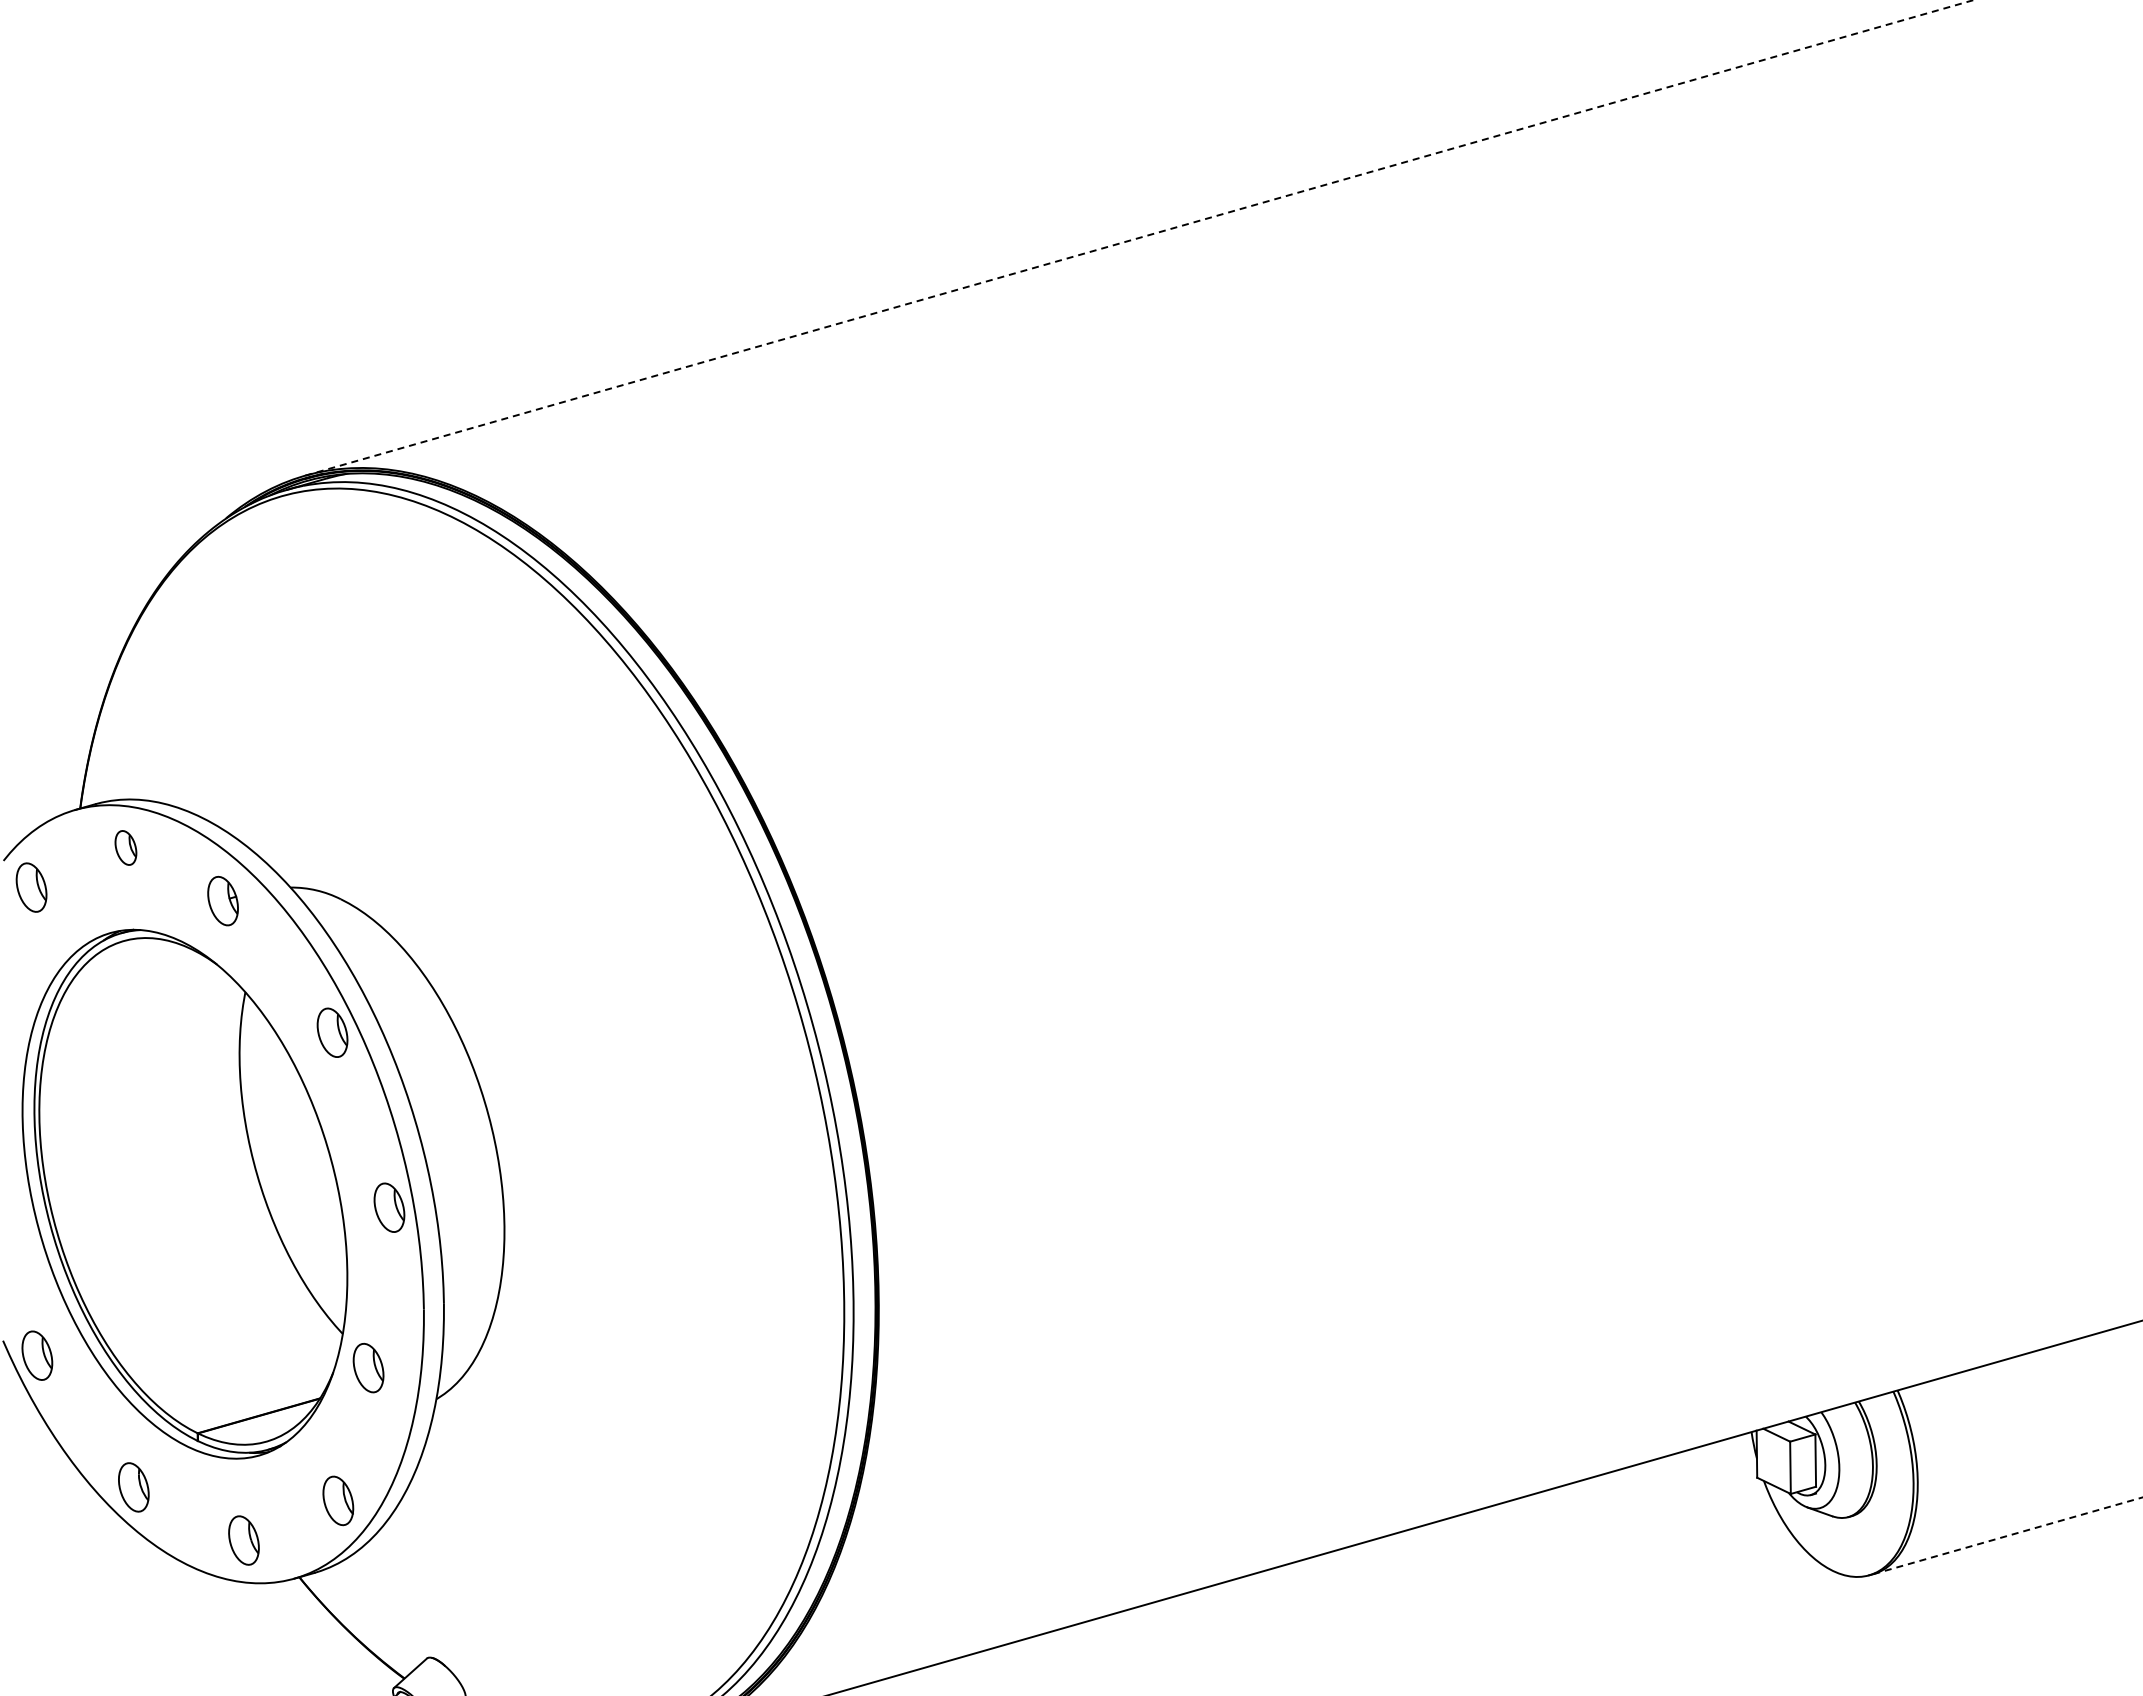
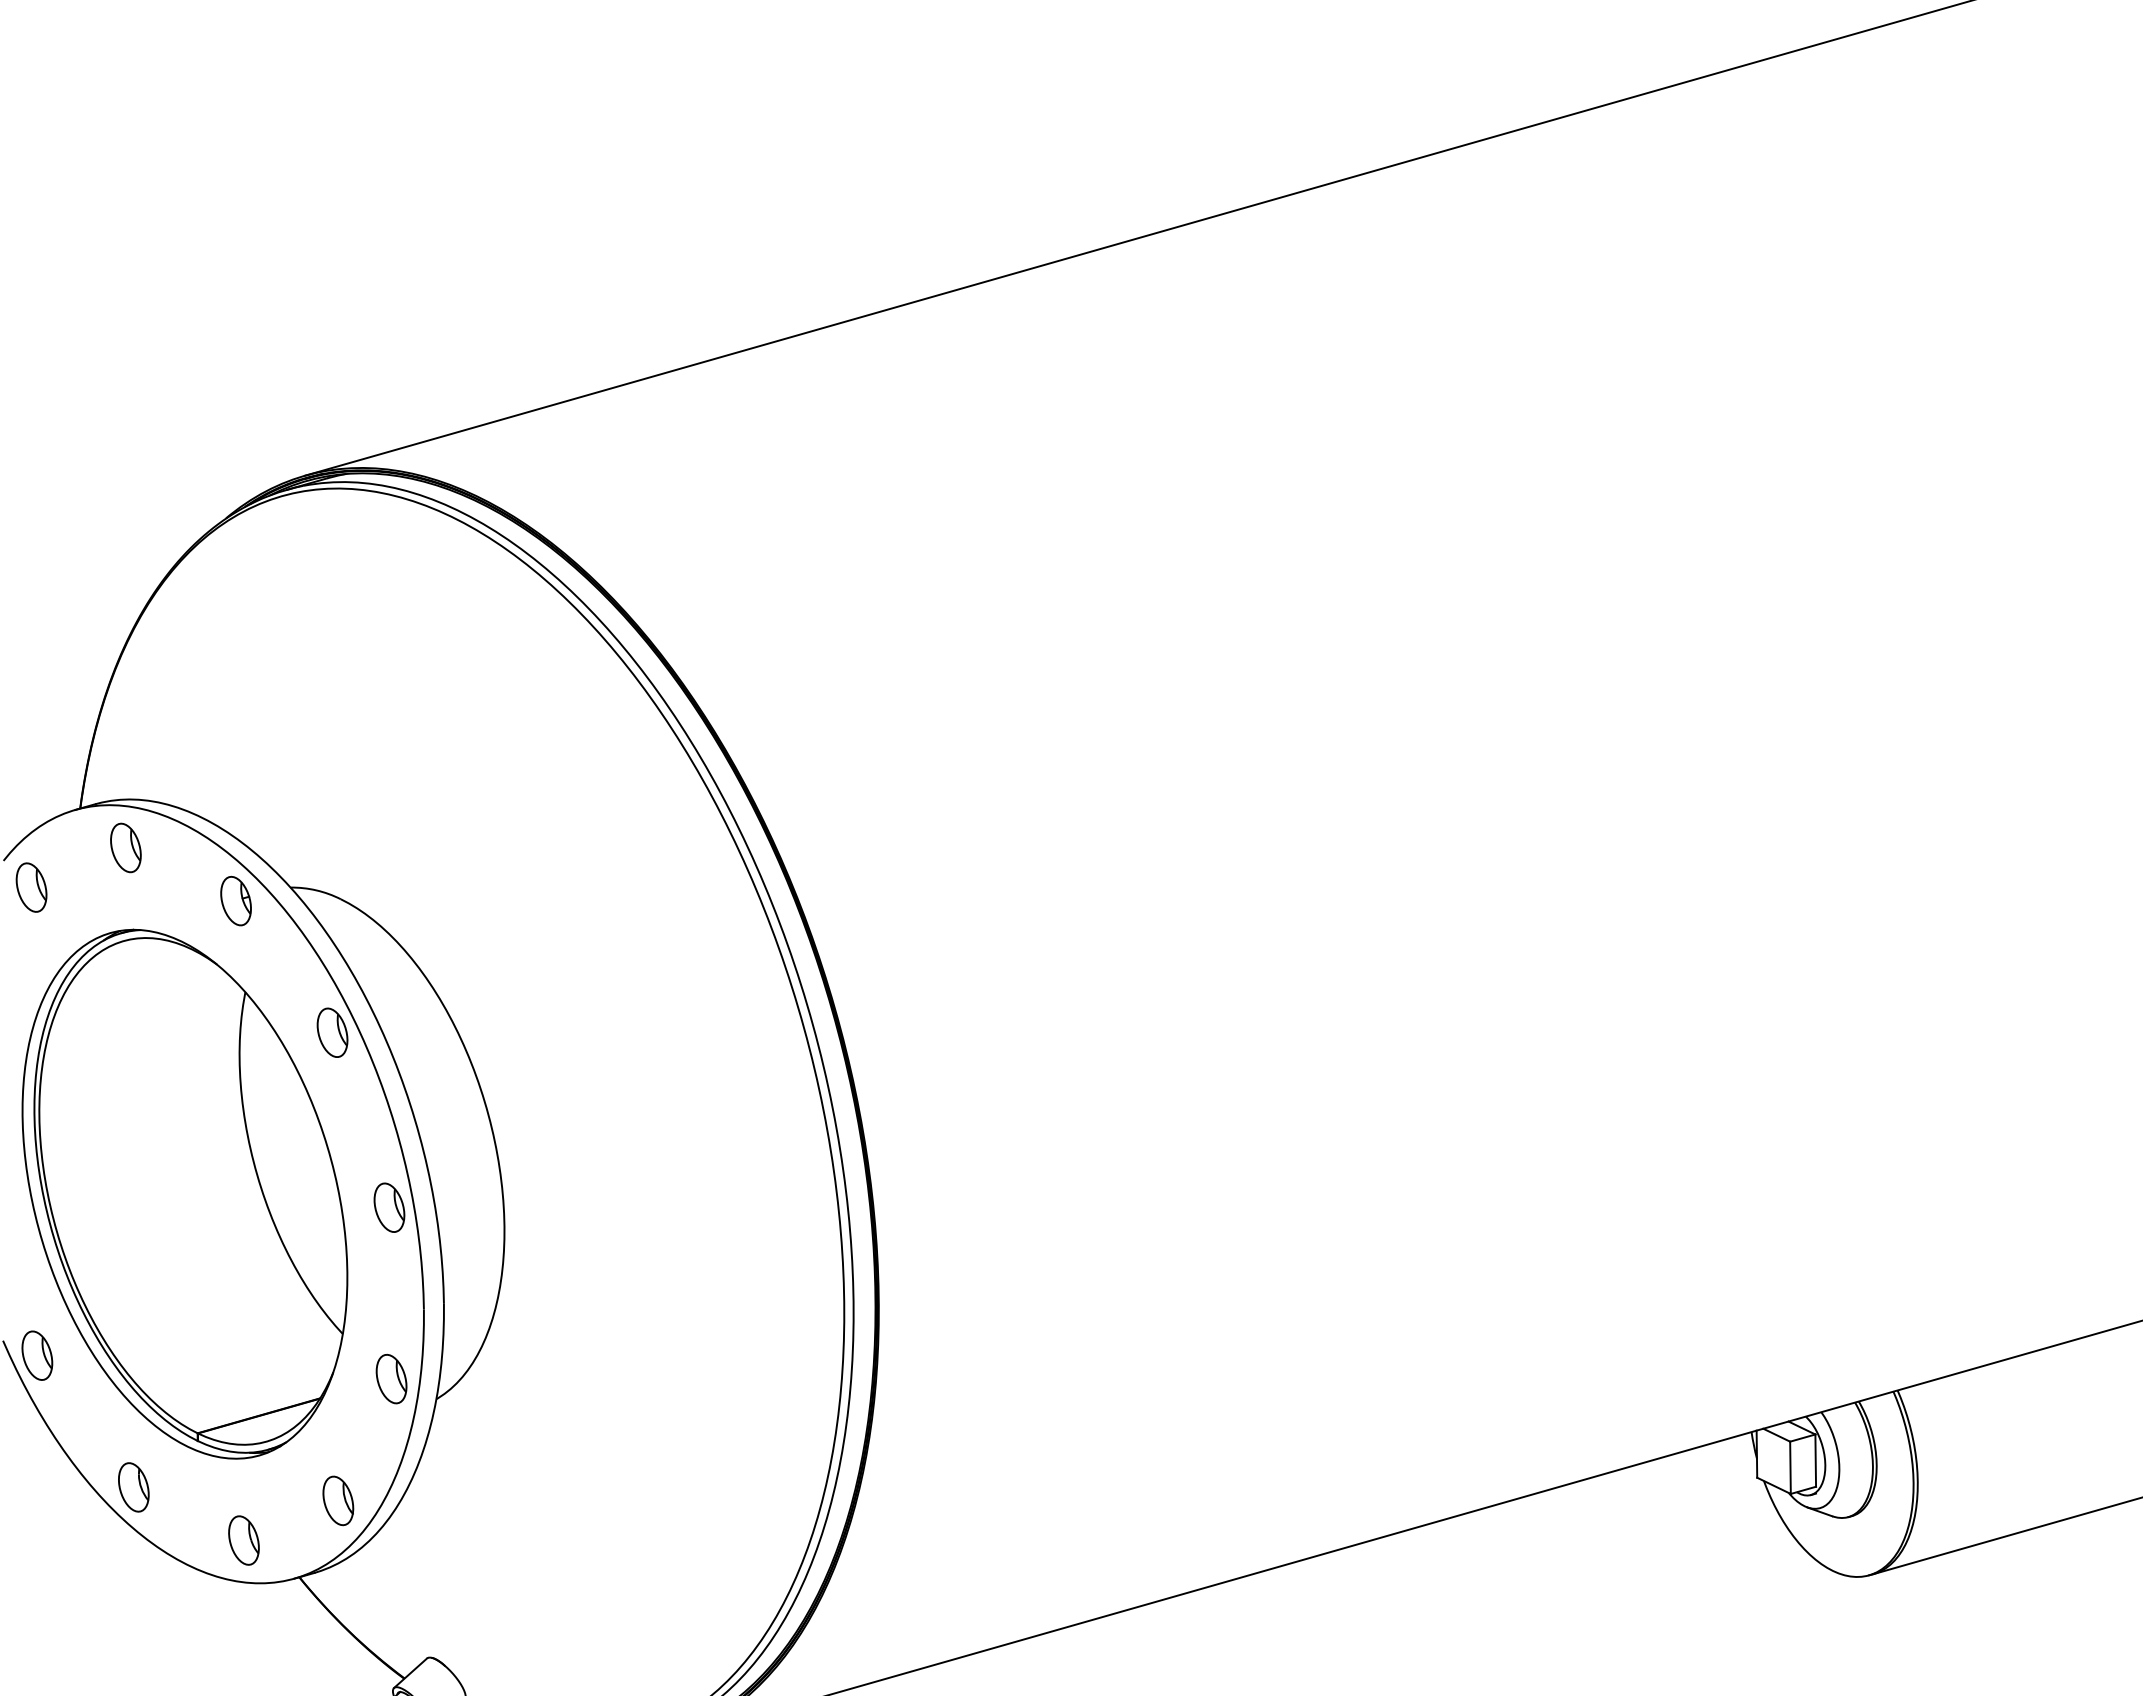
line at (1138, 238): dashed -> solid
part at (125, 847) size: 24x36 px -> 32x52 px
part at (222, 900) position: (222, 900) -> (235, 900)
part at (368, 1367) position: (368, 1367) -> (391, 1378)
line at (2007, 1535): dashed -> solid
